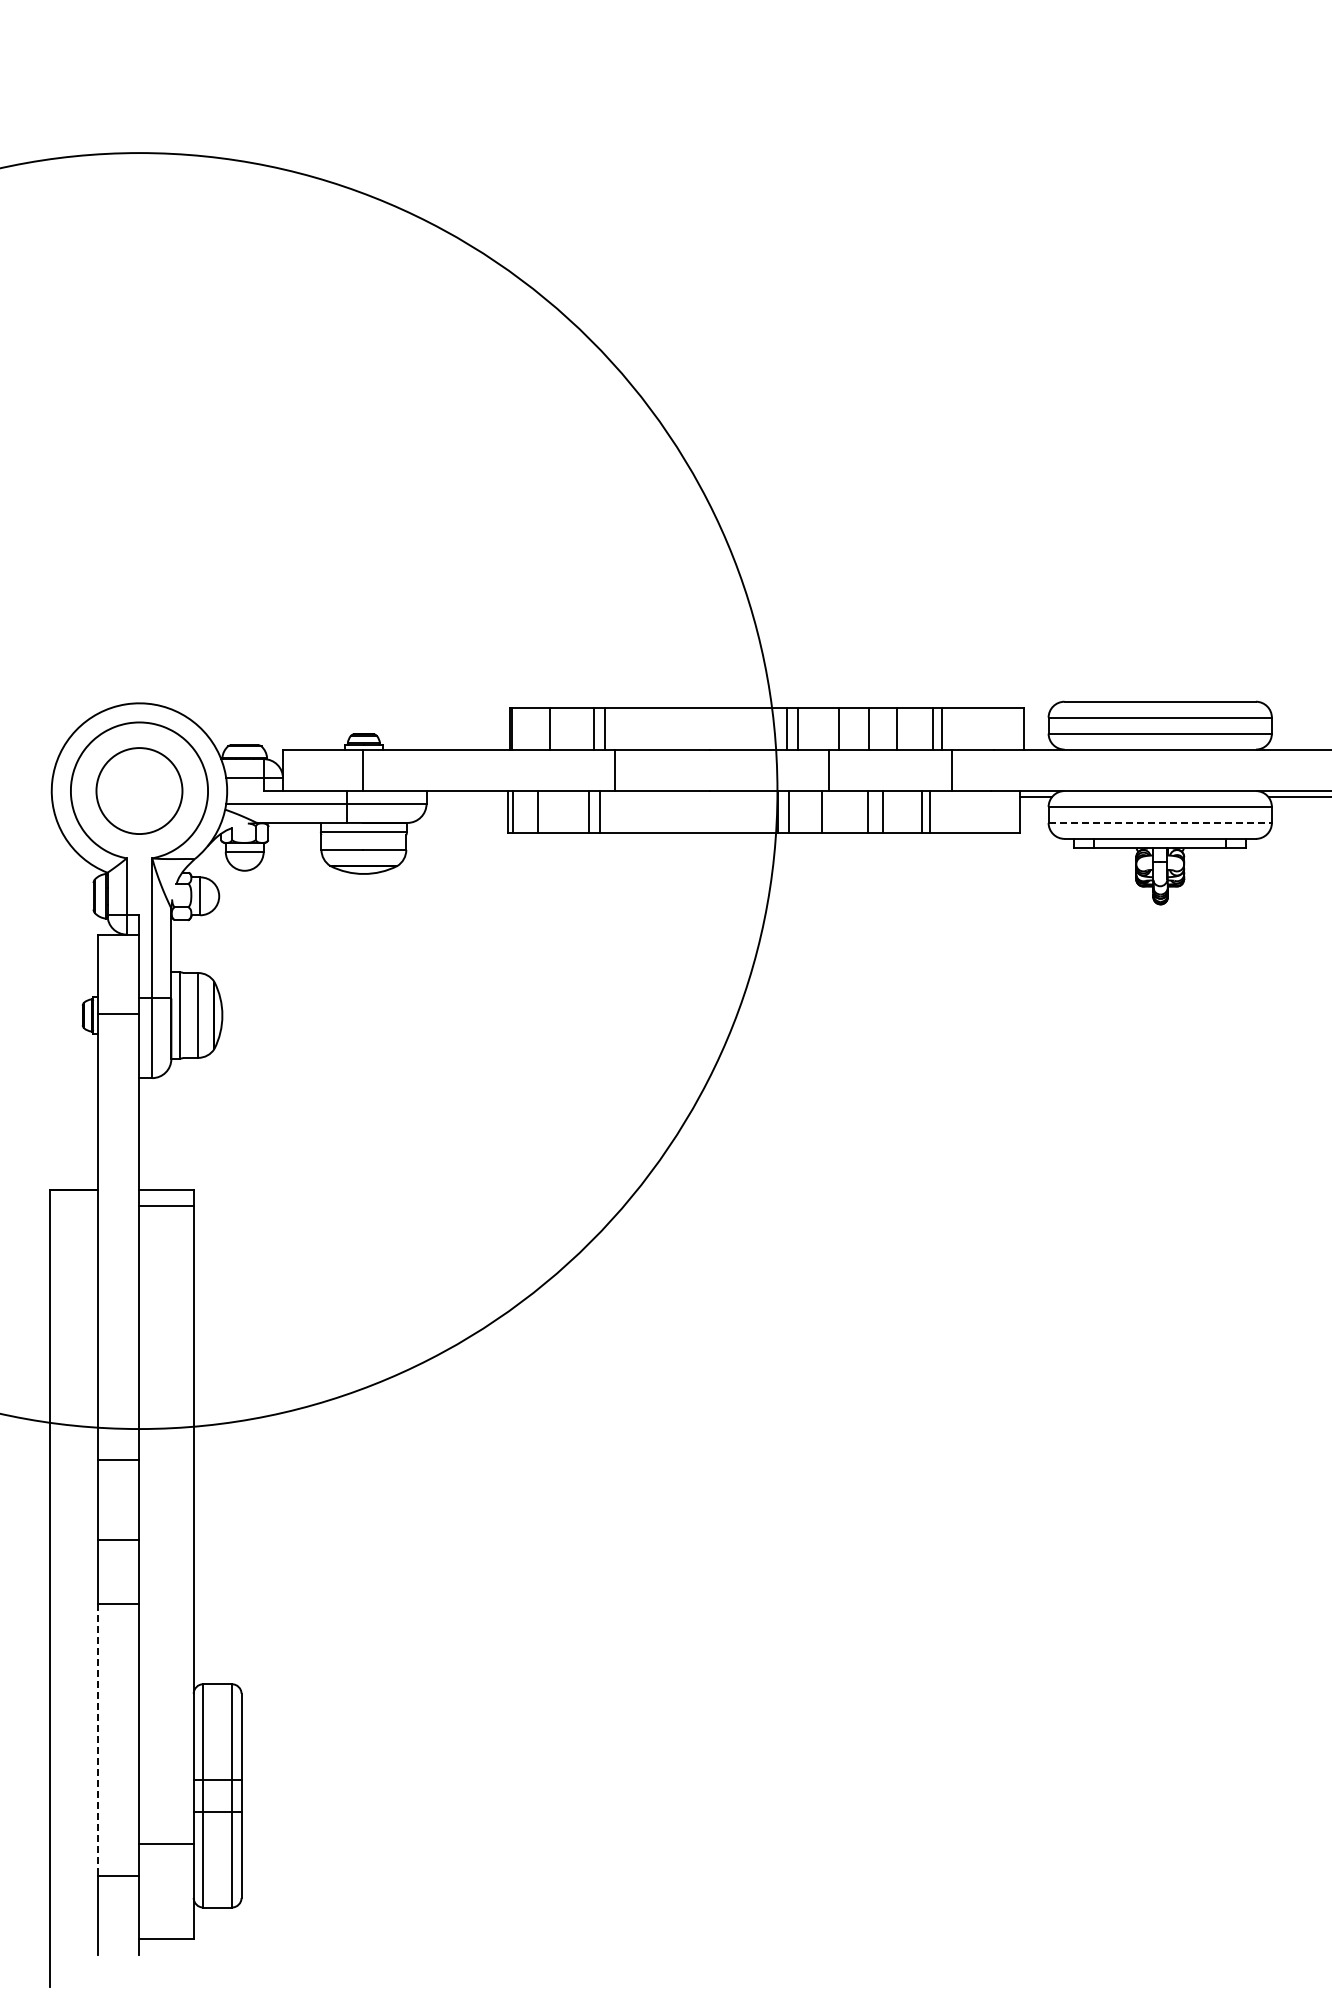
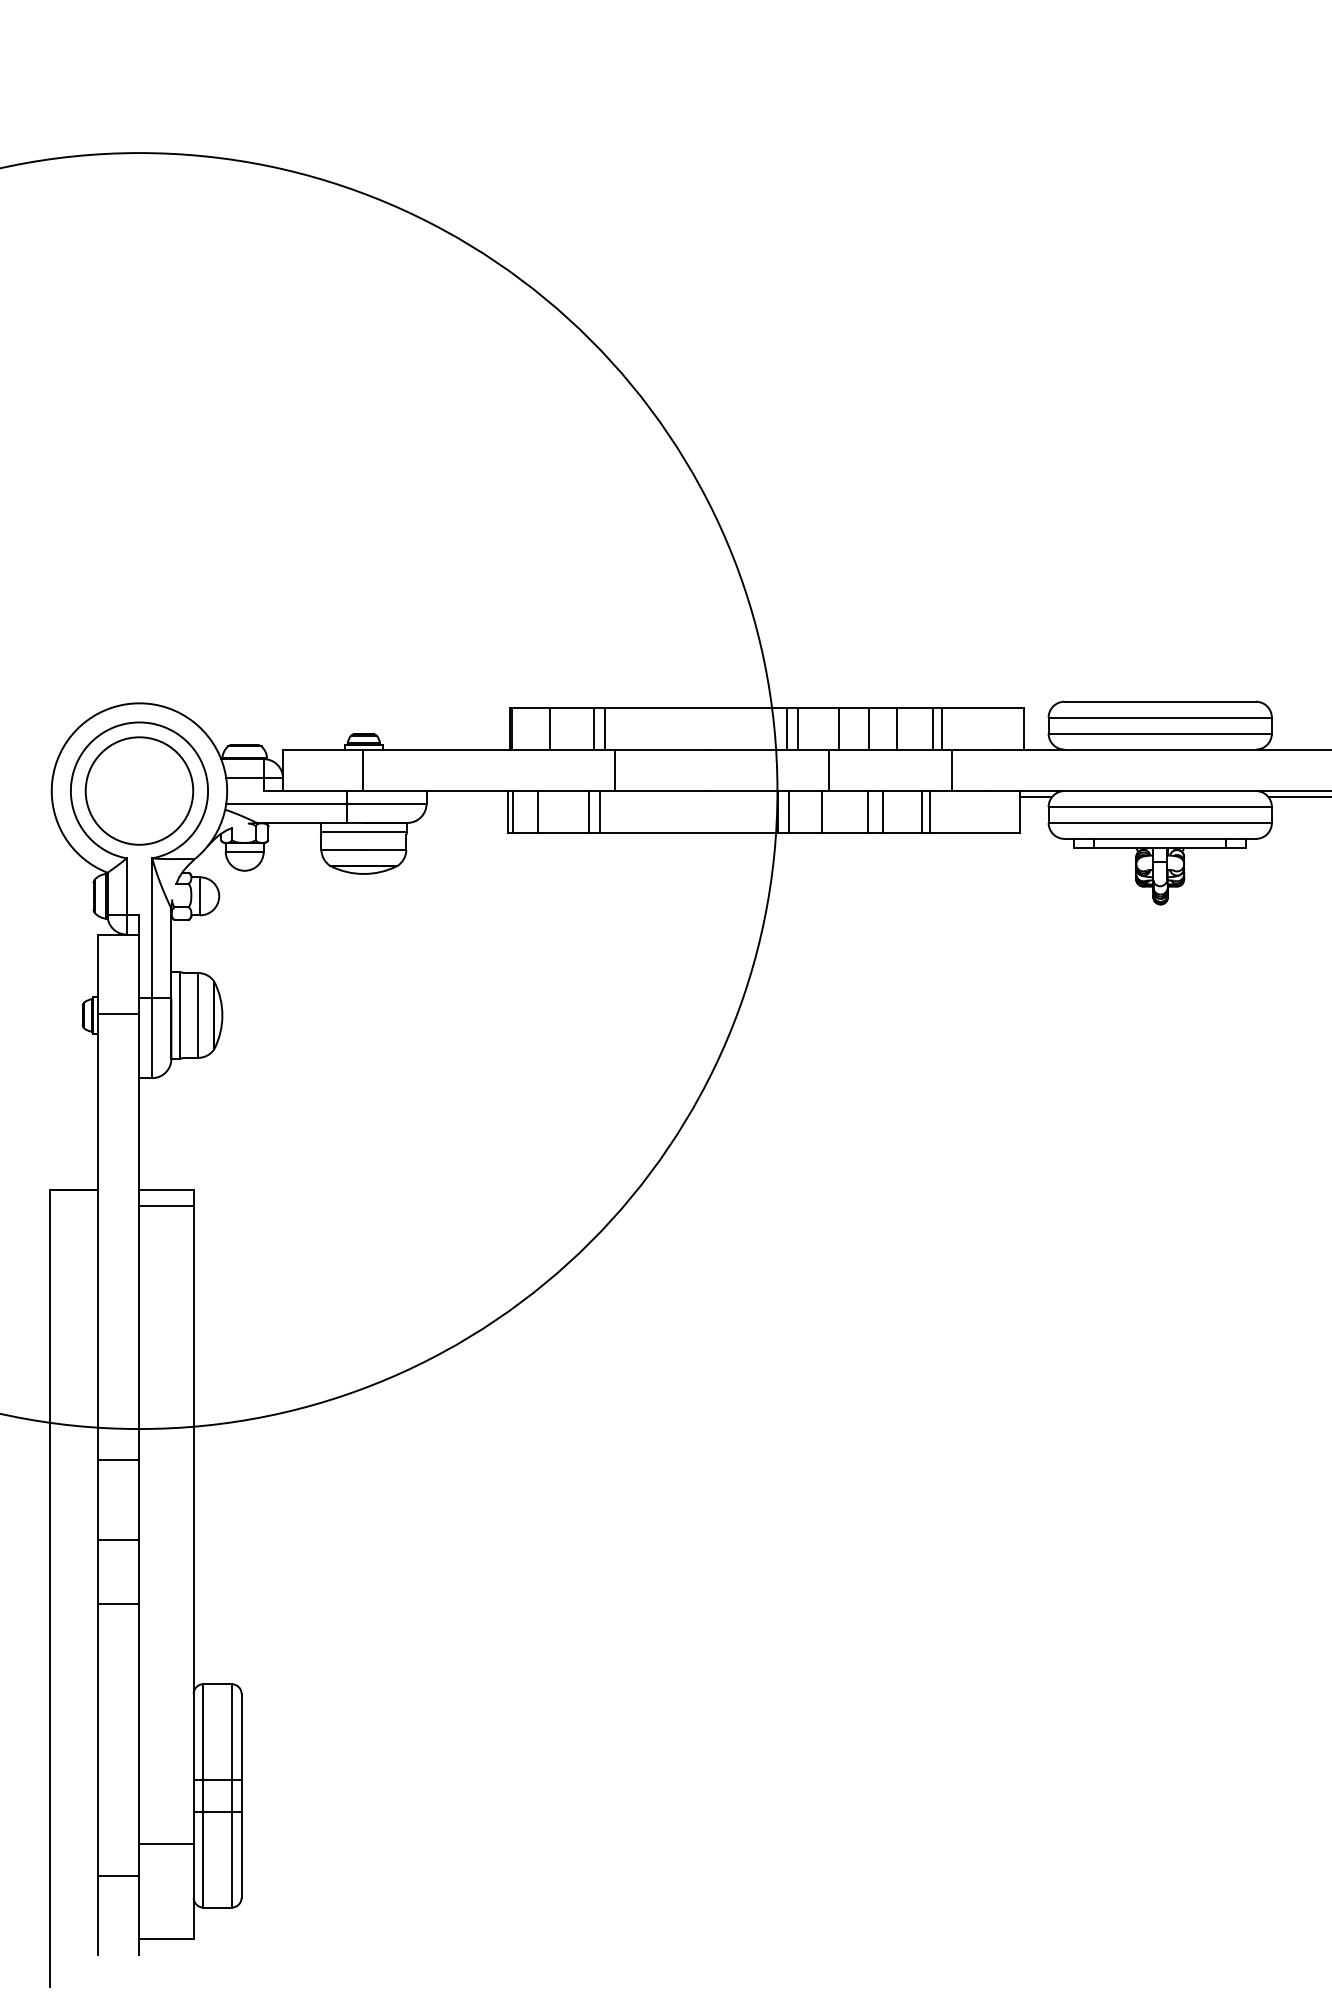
circle at (139, 791) diameter: 86 px -> 108 px
line at (1160, 822): dashed -> solid
line at (98, 1740): dashed -> solid
